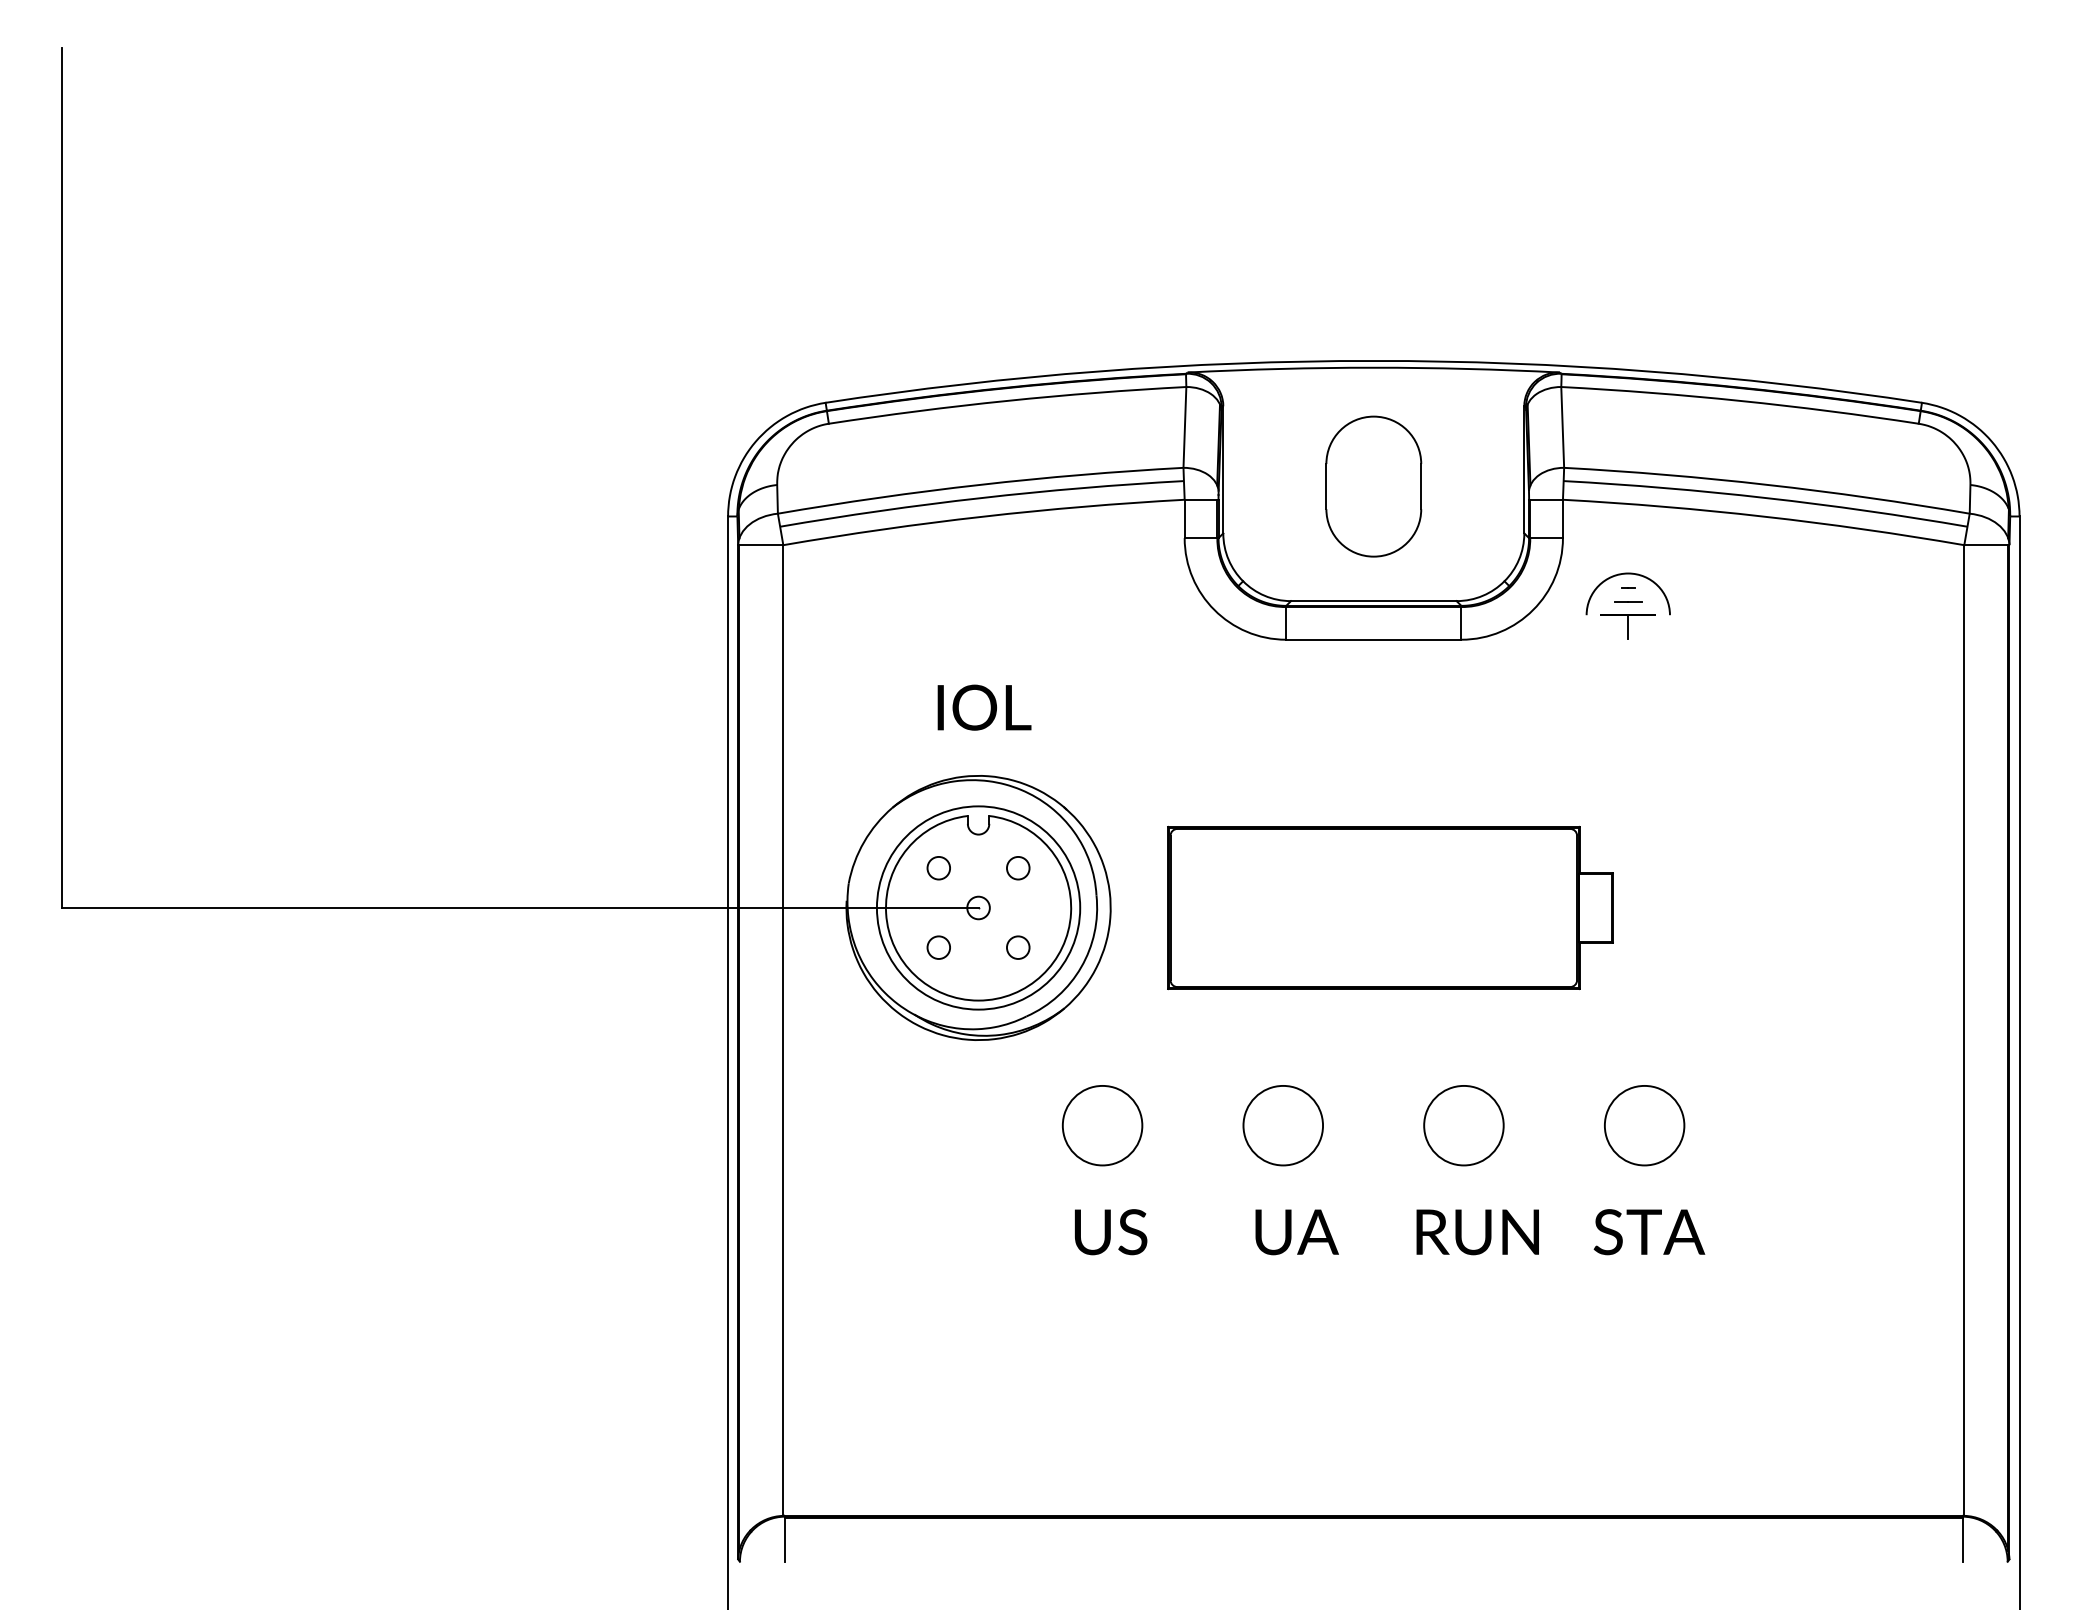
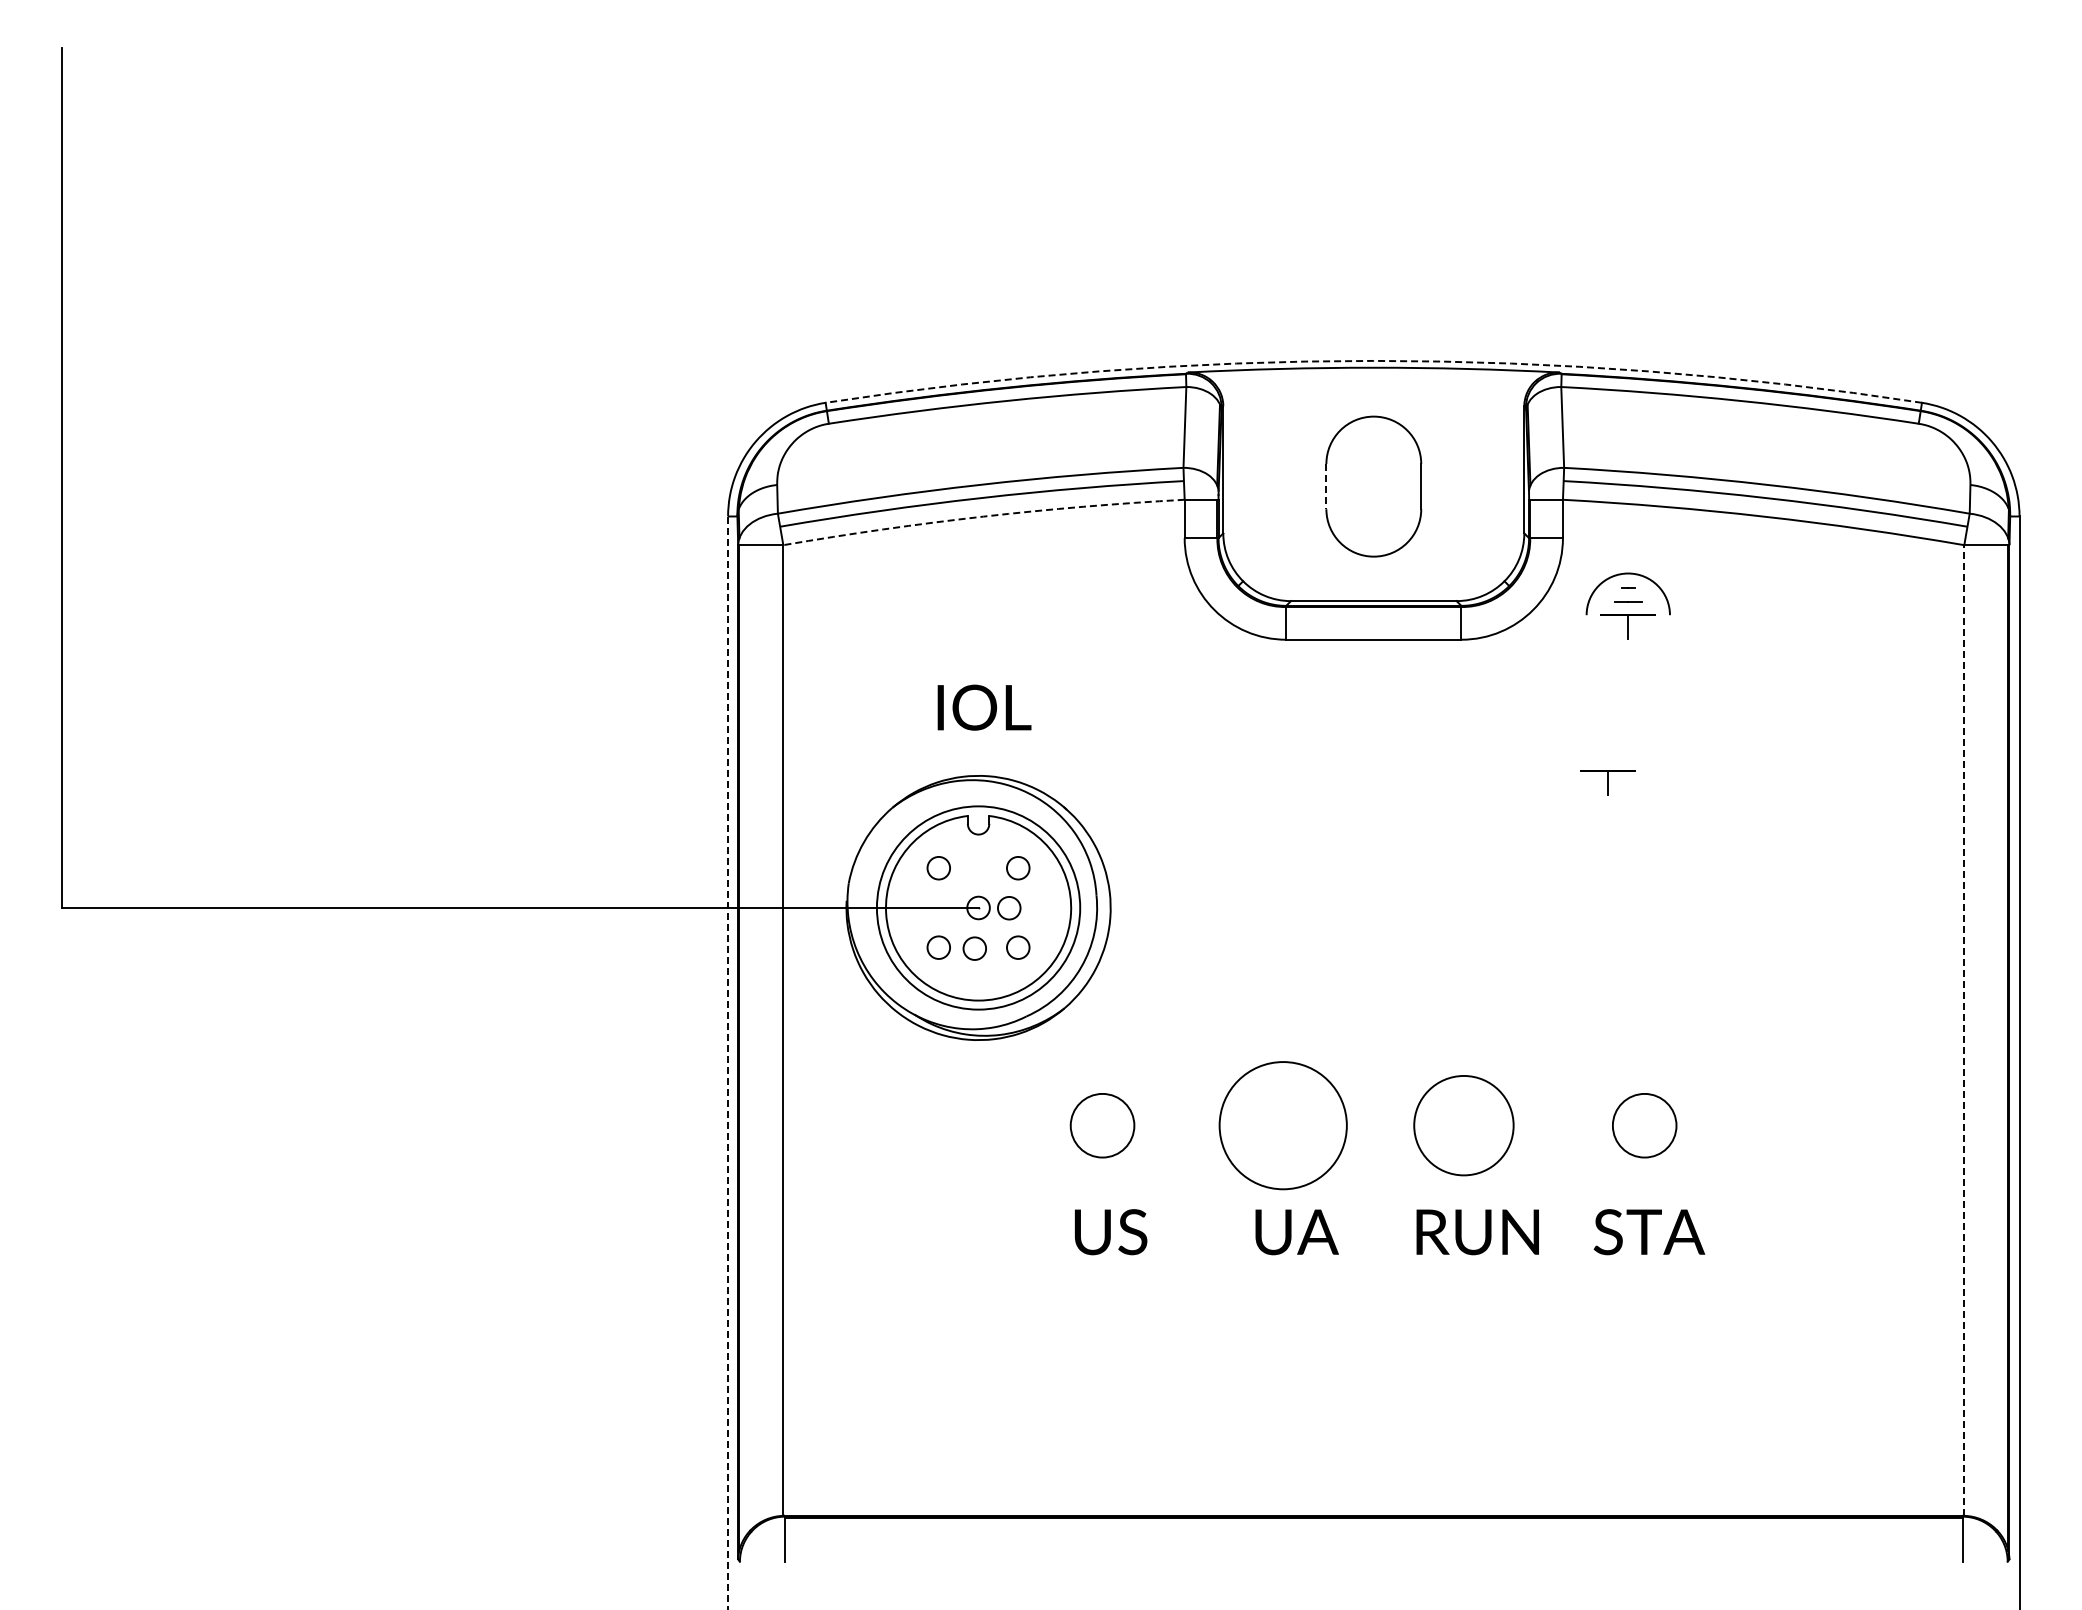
arc at (1373, 360): solid -> dashed
line at (1326, 486): solid -> dashed
arc at (983, 516): solid -> dashed
part at (1607, 782): none -> present
part at (1390, 907): present -> none
circle at (1009, 908): none -> present
circle at (974, 948): none -> present
line at (1964, 1030): solid -> dashed
line at (728, 1062): solid -> dashed
circle at (1102, 1125) size: 83x82 px -> 67x66 px
circle at (1283, 1125) diameter: 80 px -> 127 px
circle at (1463, 1125) diameter: 80 px -> 99 px
circle at (1644, 1125) size: 82x82 px -> 66x66 px
